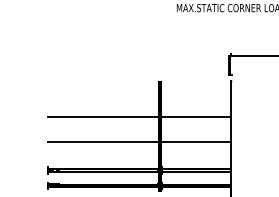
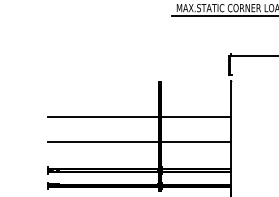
line at (223, 16): none -> present
